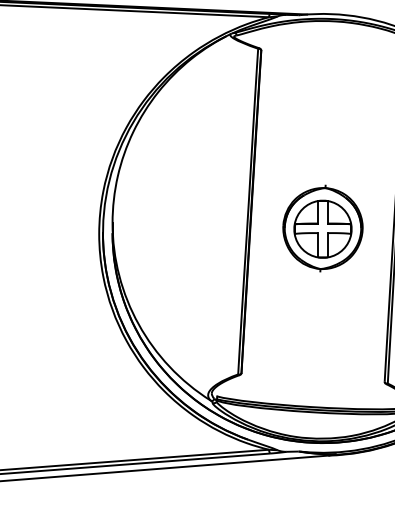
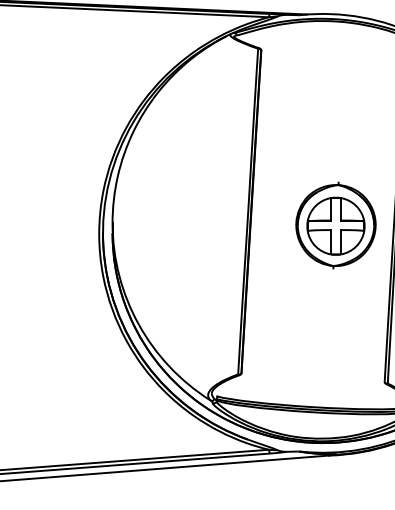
part at (322, 228) position: (322, 228) -> (335, 225)
